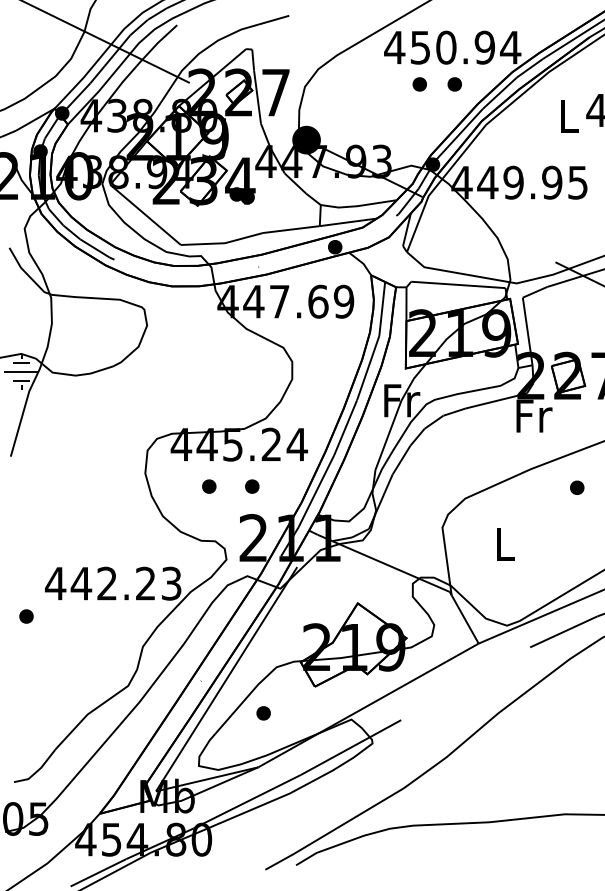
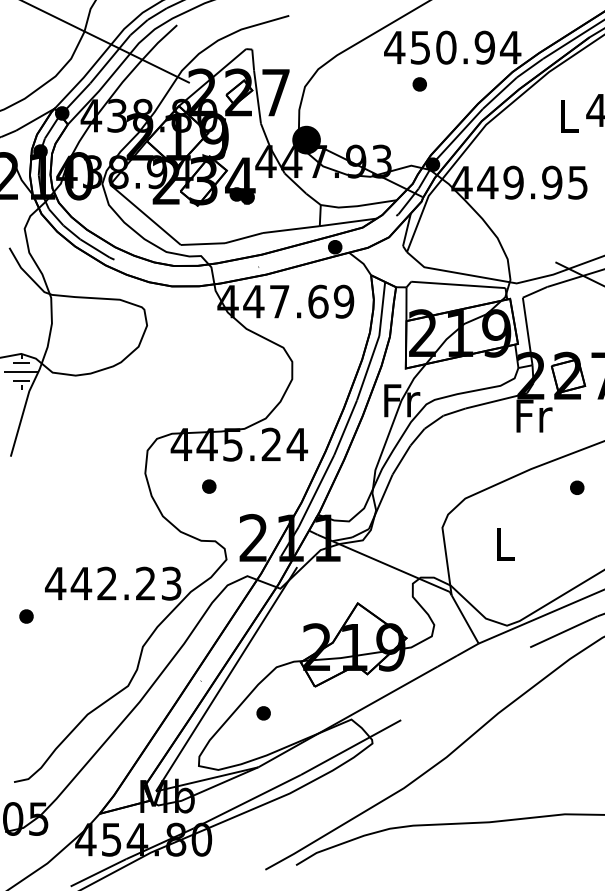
part at (454, 84): present -> none
part at (252, 486): present -> none
